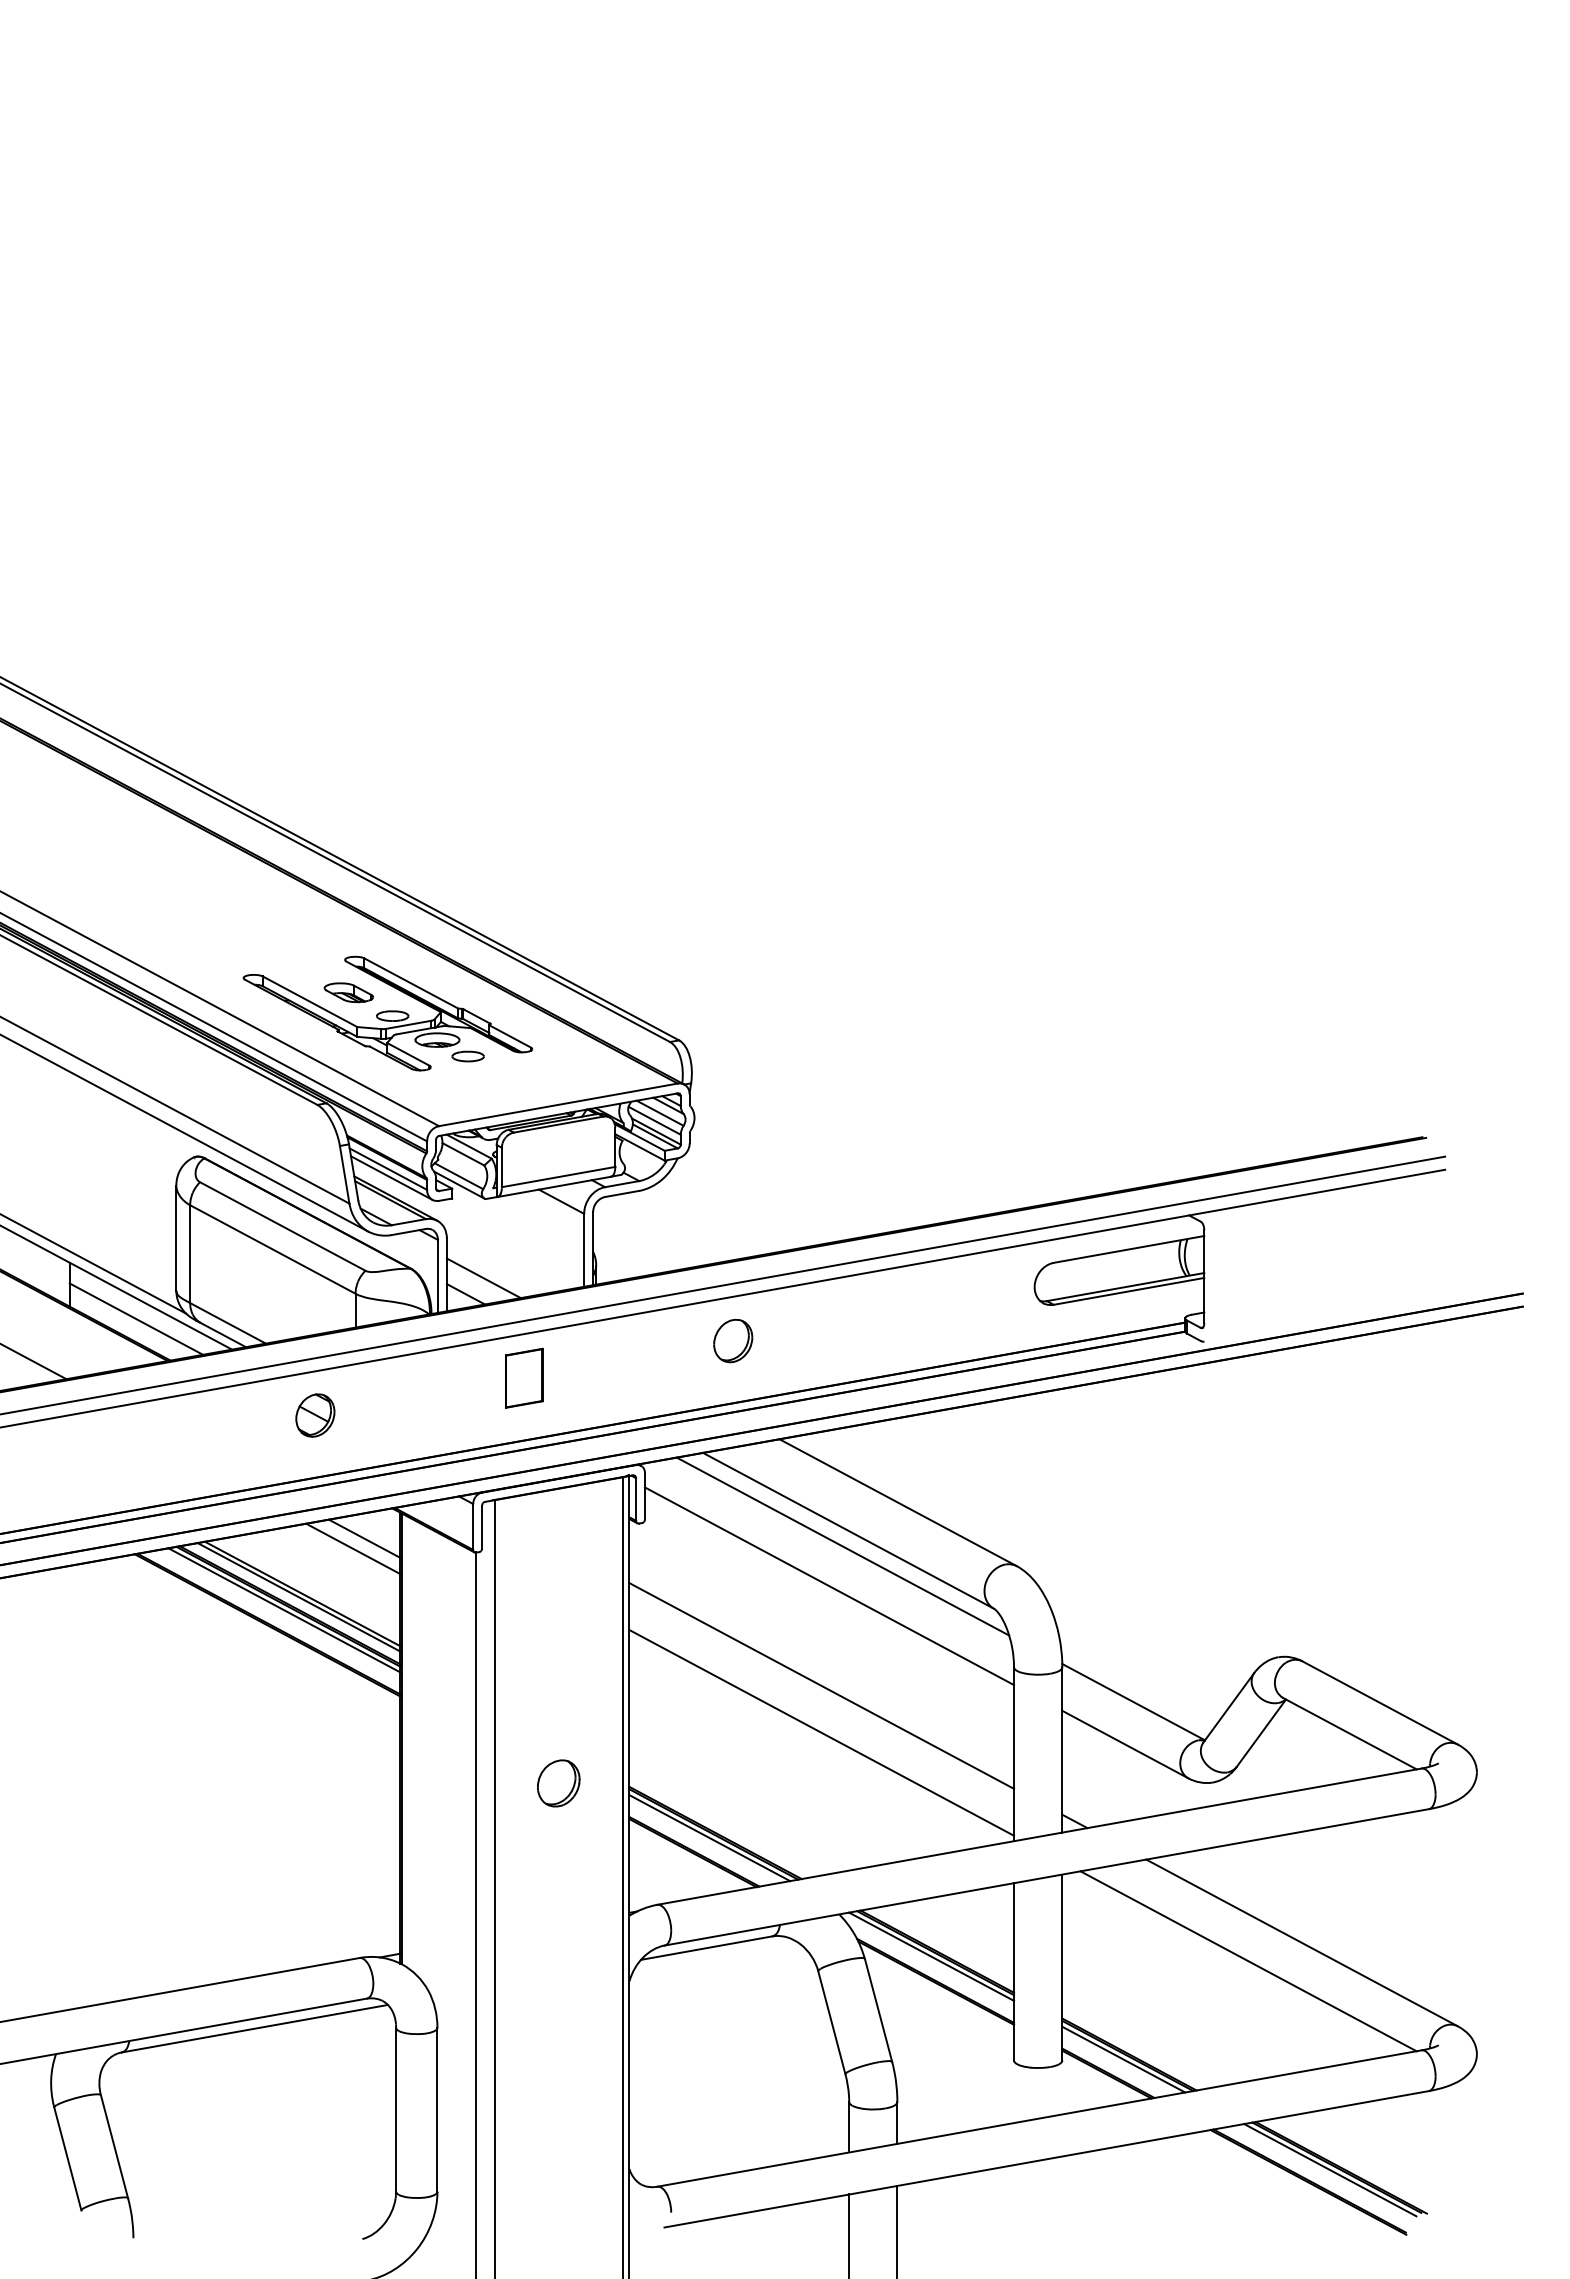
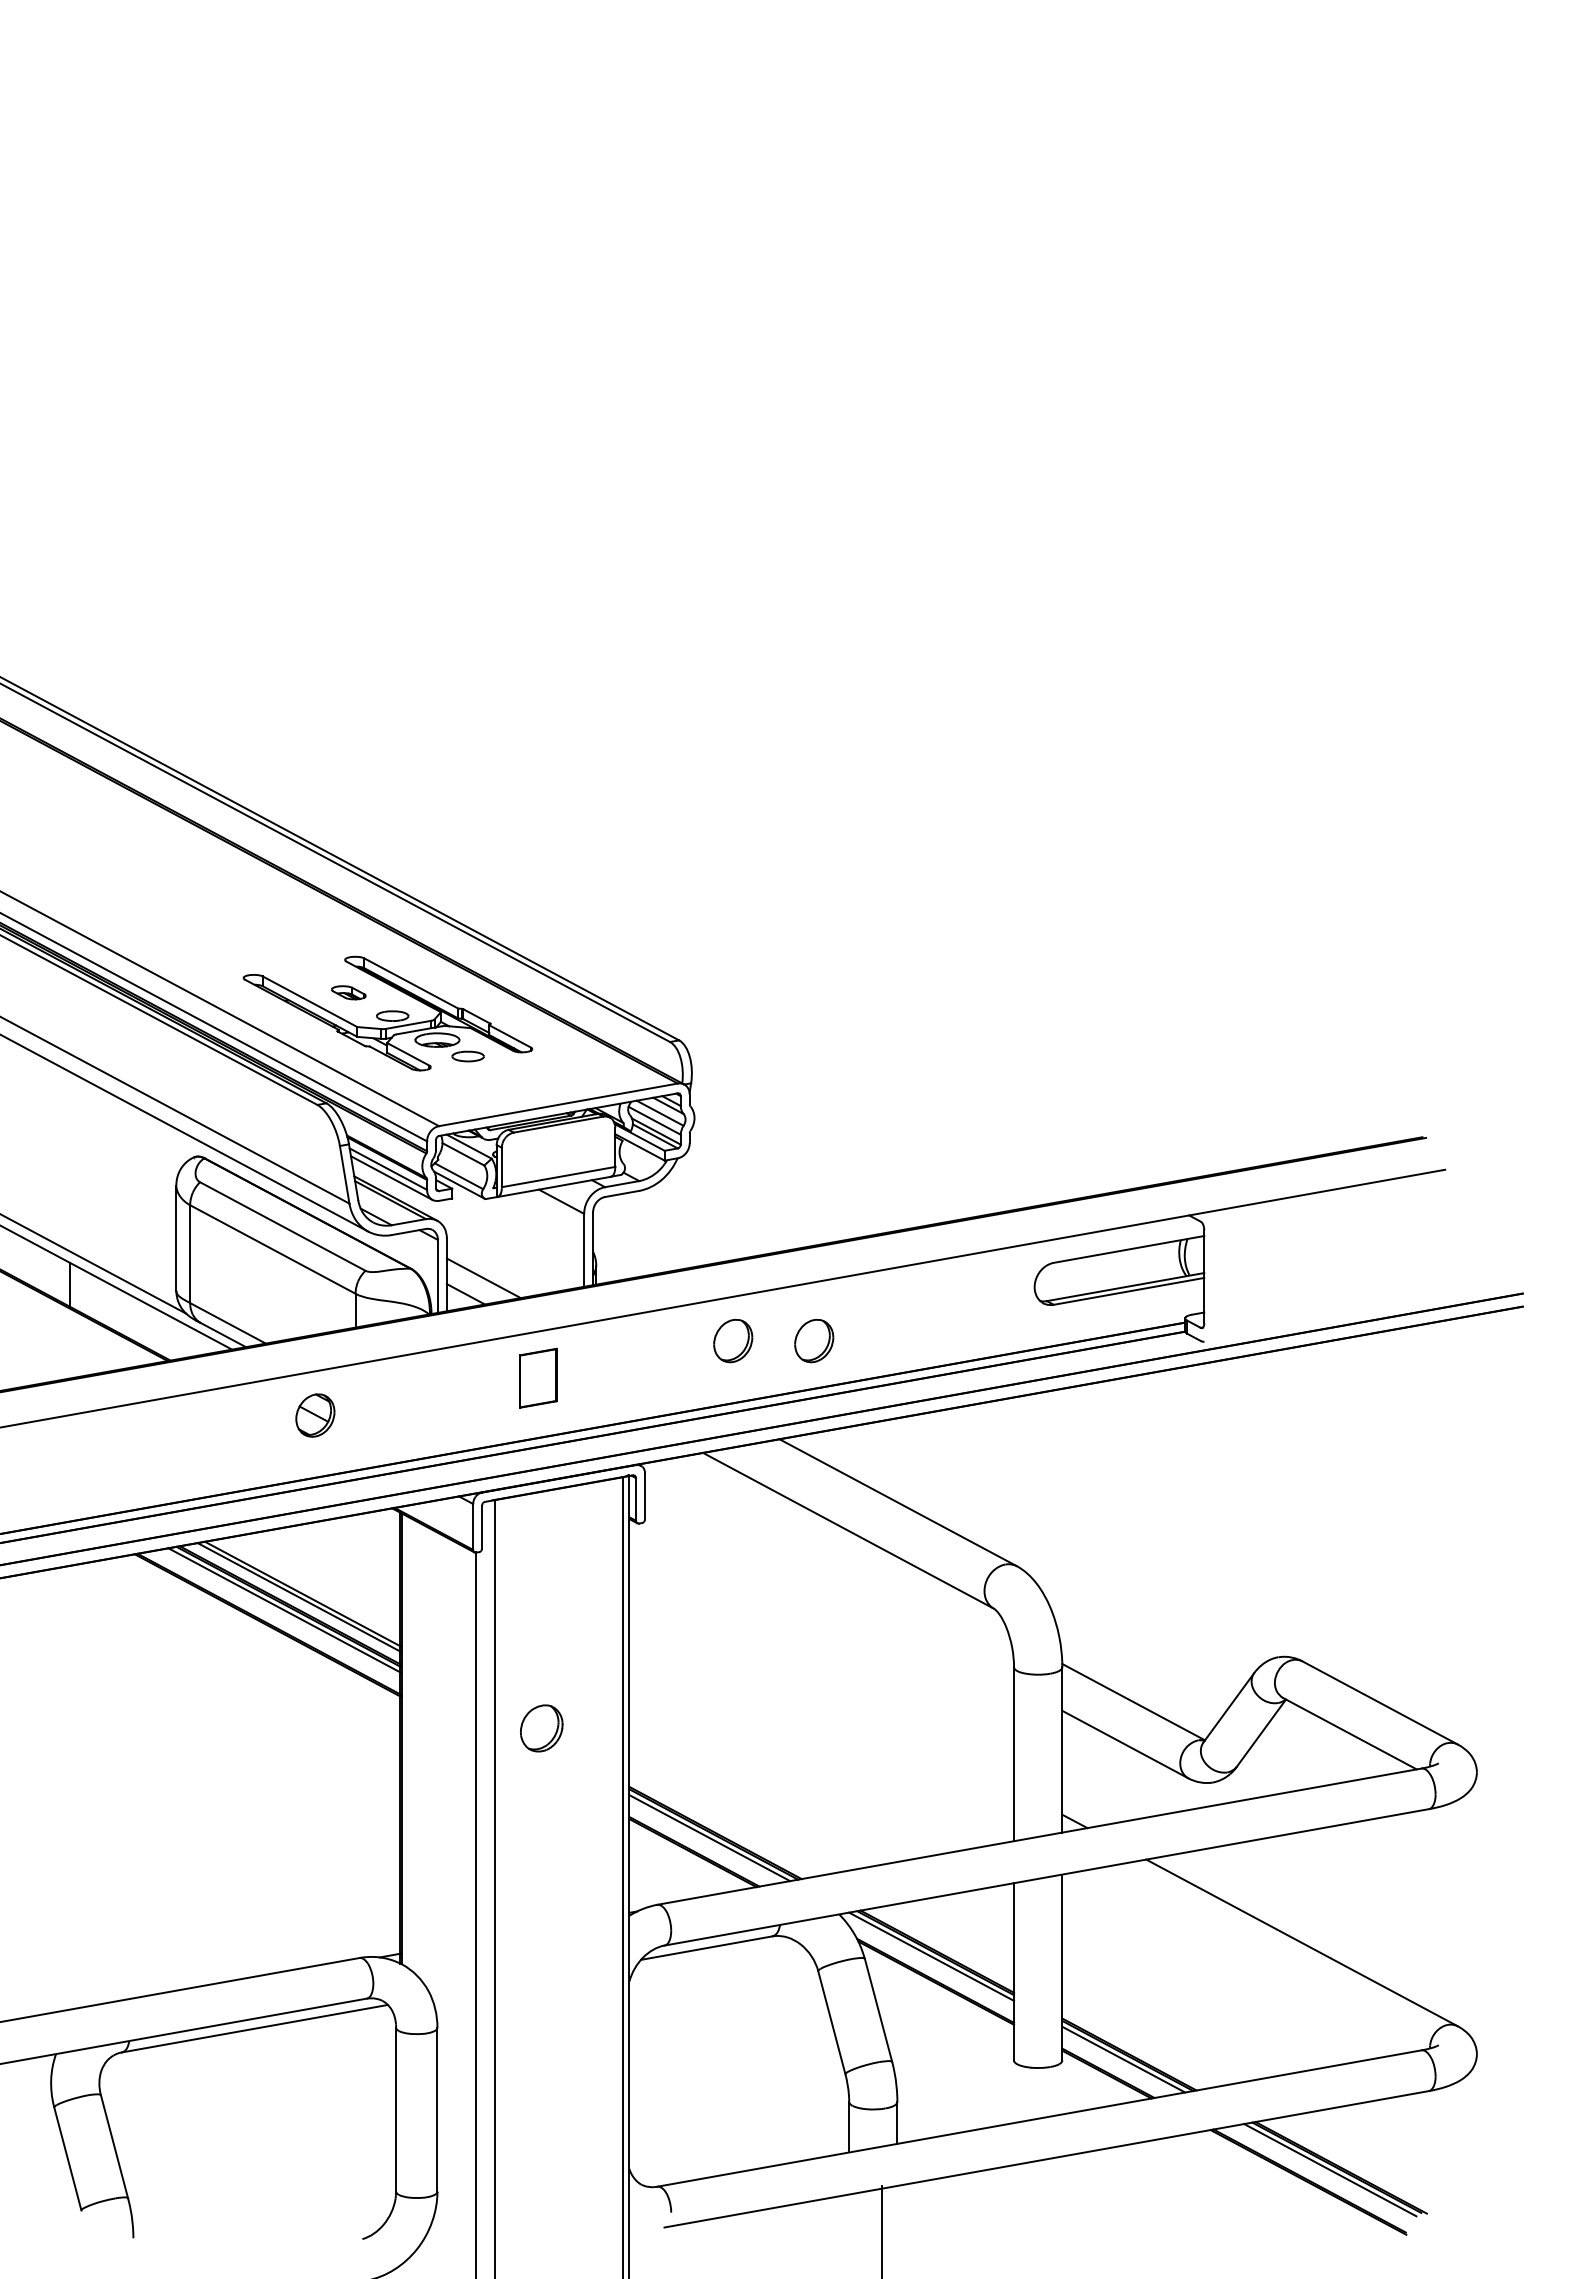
part at (348, 992) size: 51x22 px -> 36x16 px
line at (723, 1285): present -> none
line at (136, 1318): present -> none
part at (814, 1340): none -> present
line at (34, 1361): present -> none
part at (524, 1377) position: (524, 1377) -> (538, 1377)
line at (364, 1538): present -> none
line at (842, 1546): present -> none
line at (353, 1548): present -> none
line at (829, 1586): present -> none
line at (821, 1685): present -> none
line at (821, 1732): present -> none
part at (558, 1783) position: (558, 1783) -> (541, 1728)
line at (1248, 1961): present -> none
line at (897, 2230) position: (897, 2230) -> (882, 2230)
line at (849, 2234): present -> none
